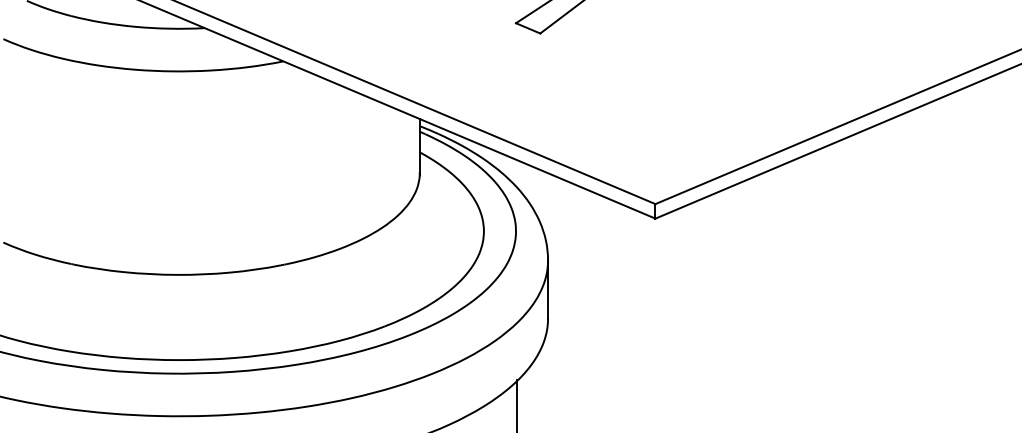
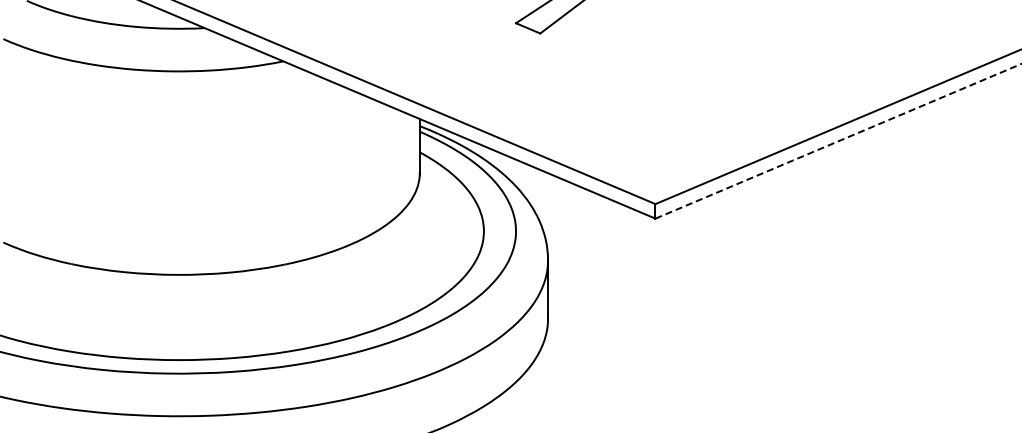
line at (838, 141): solid -> dashed
line at (517, 404): present -> none
